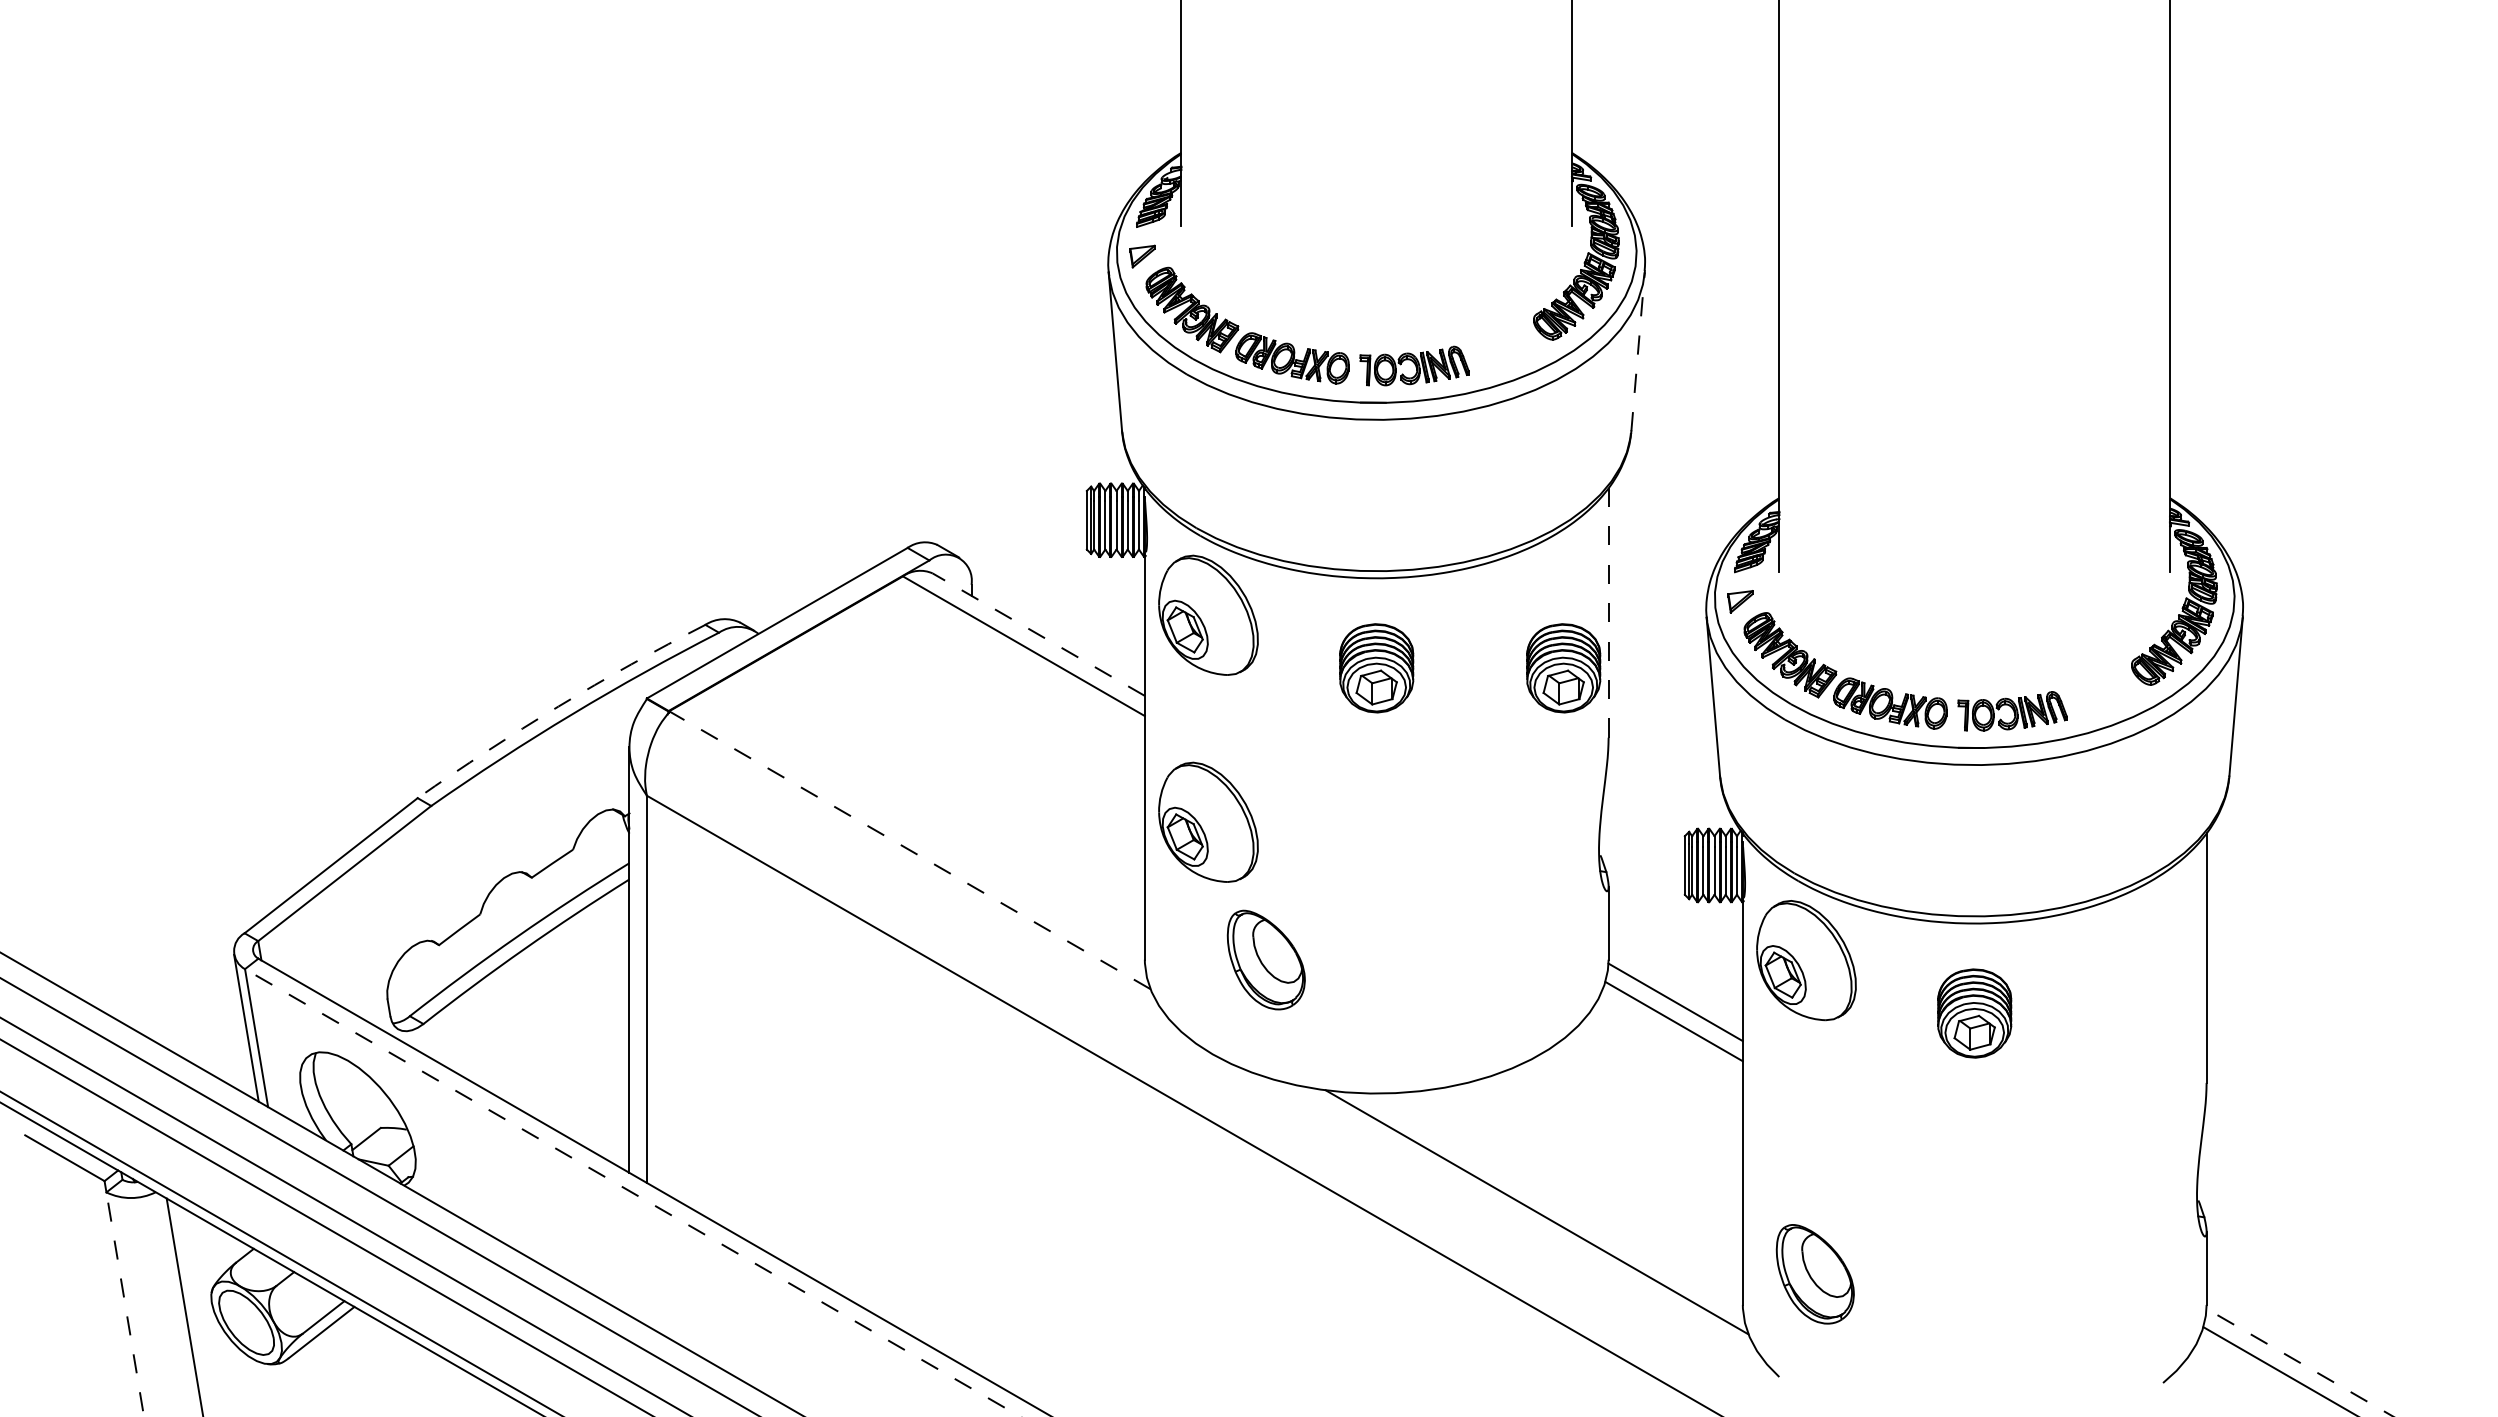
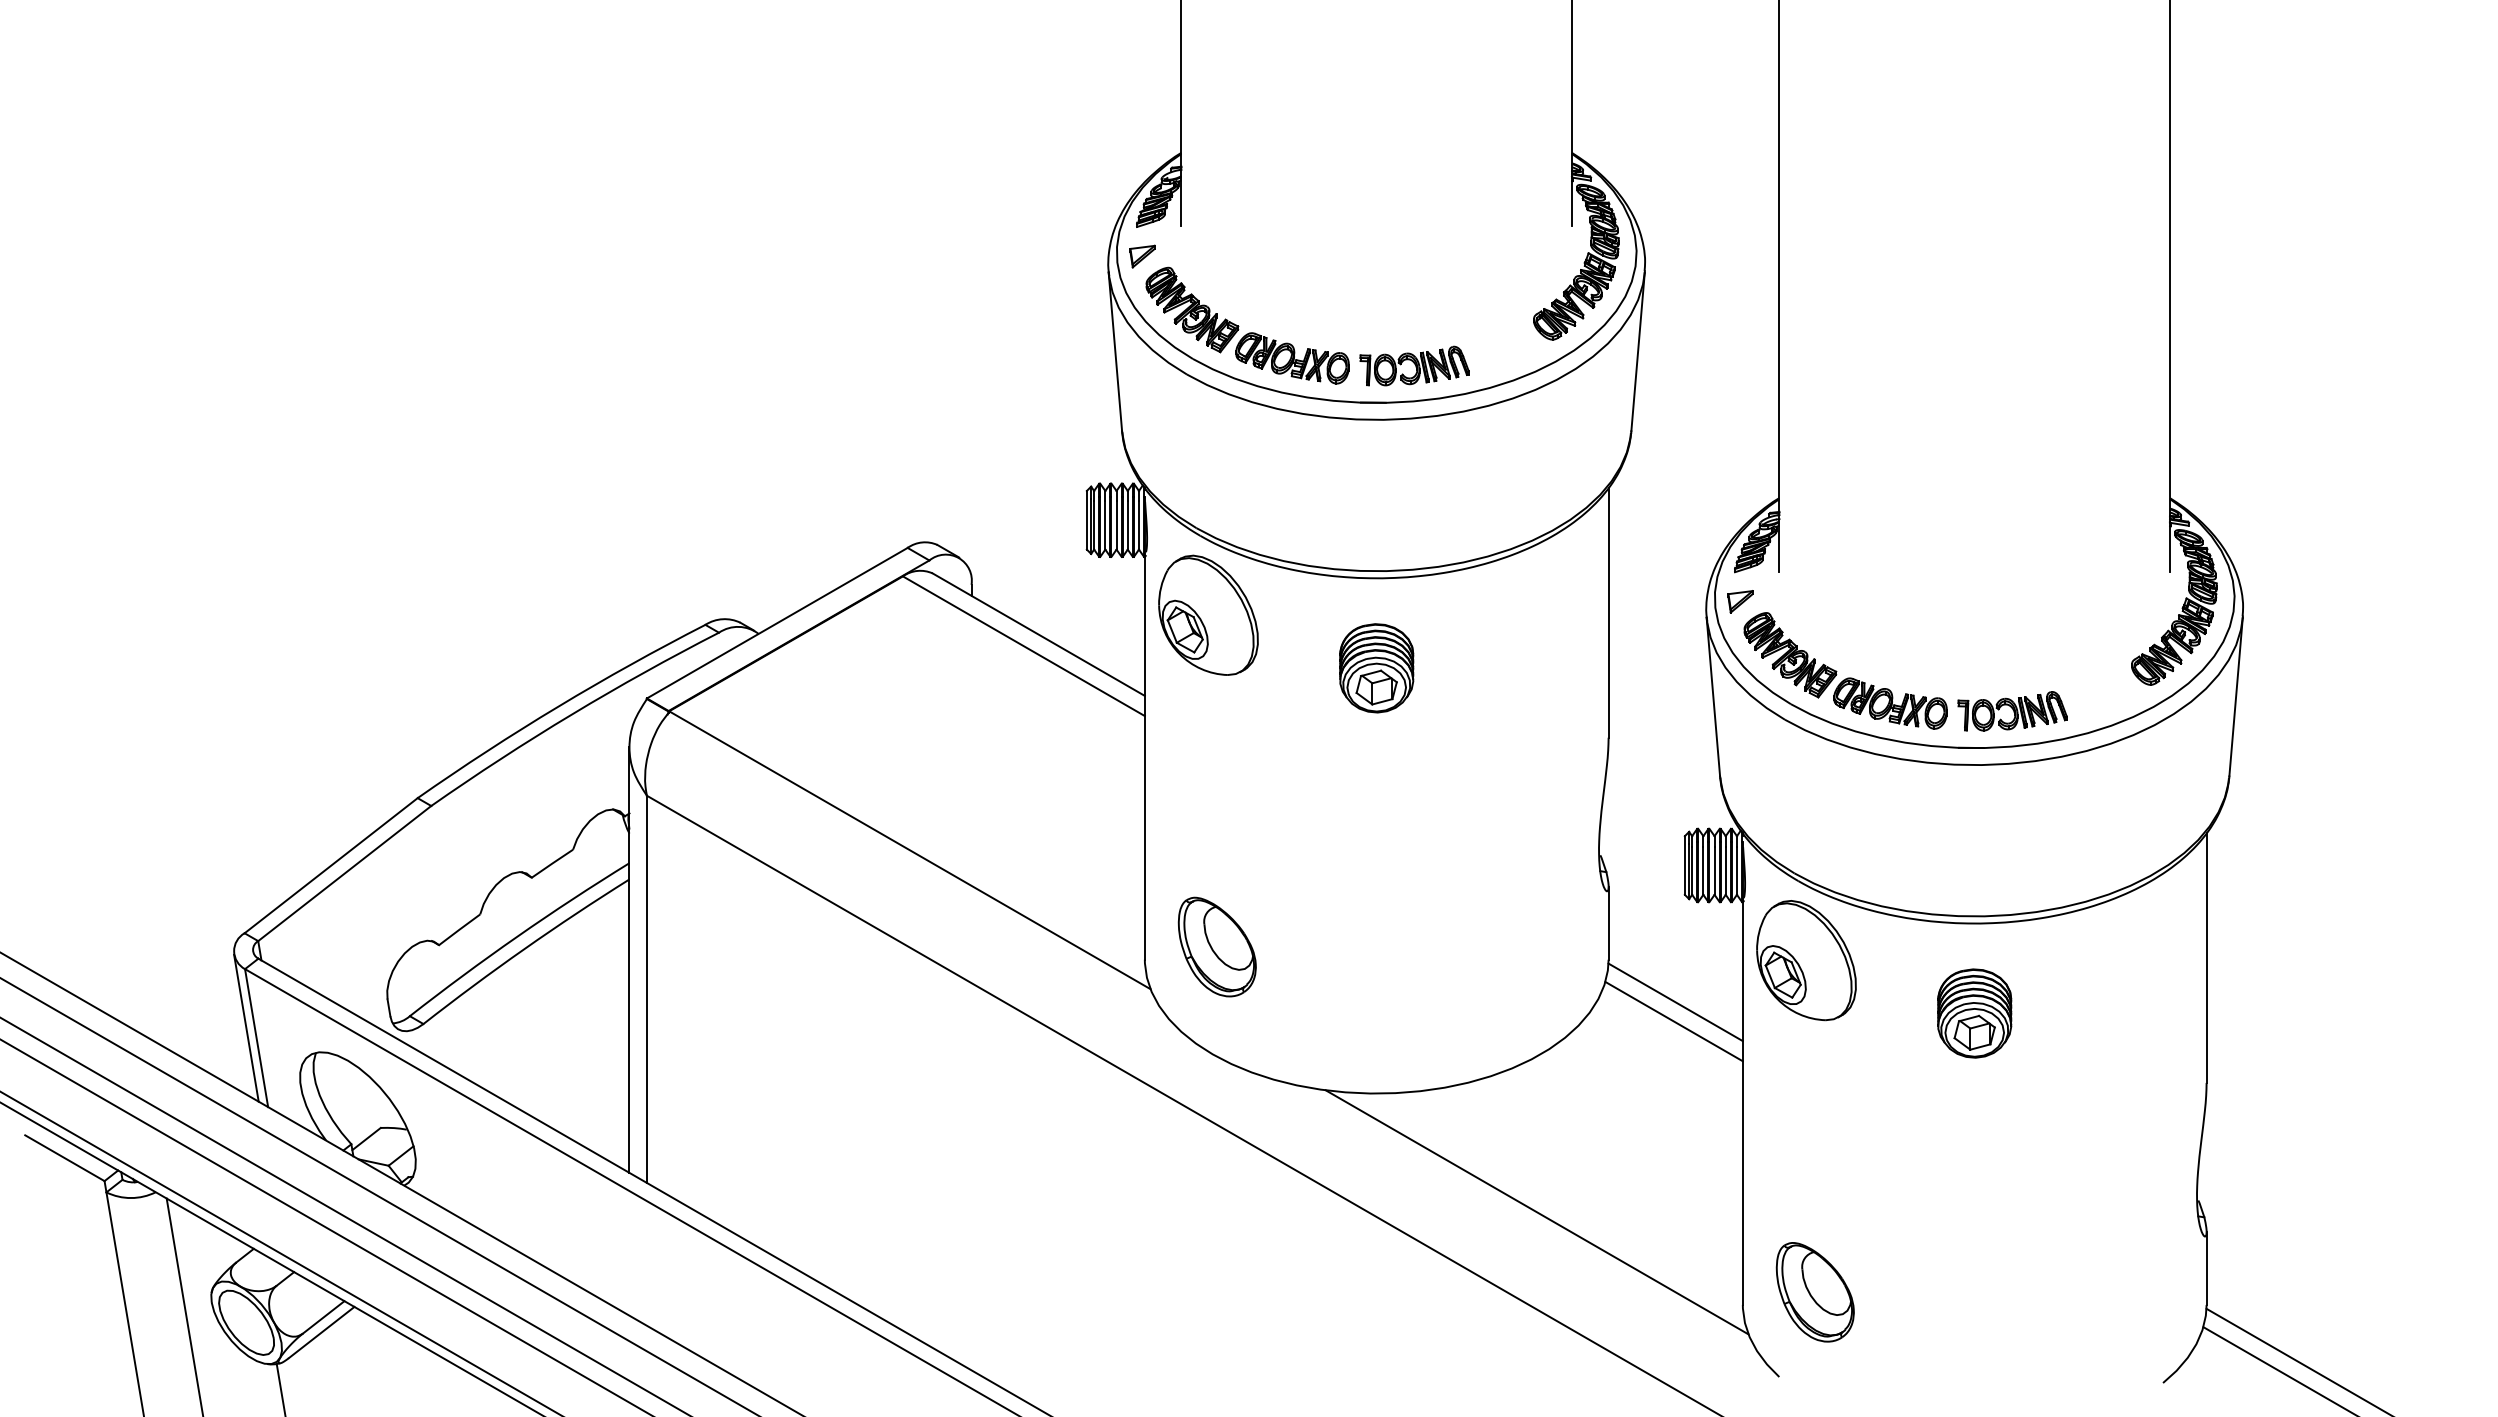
line at (1638, 351): dashed -> solid
line at (1608, 612): dashed -> solid
line at (1038, 634): dashed -> solid
part at (1563, 668): present -> none
arc at (558, 706): dashed -> solid
part at (1208, 821): present -> none
line at (910, 850): dashed -> solid
part at (1265, 959) position: (1265, 959) -> (1216, 946)
line at (632, 1193): dashed -> solid
part at (1814, 1274) position: (1814, 1274) -> (1814, 1292)
line at (125, 1303): dashed -> solid
line at (2299, 1362): dashed -> solid
line at (280, 1388): none -> present
